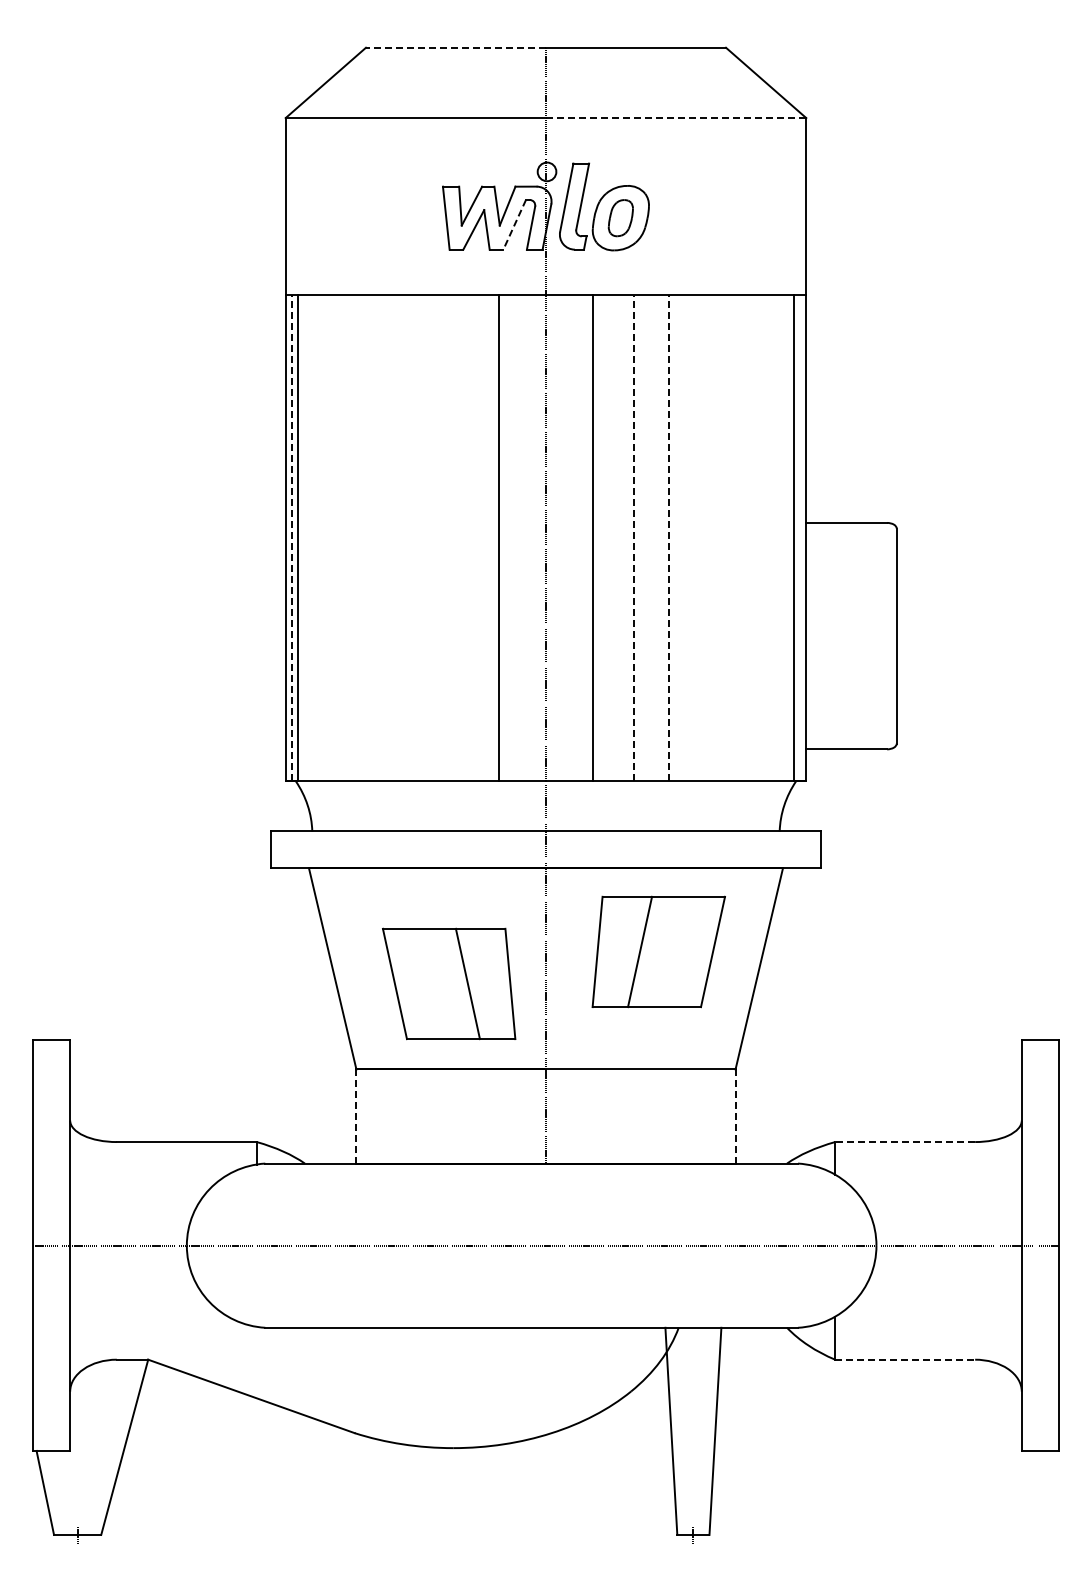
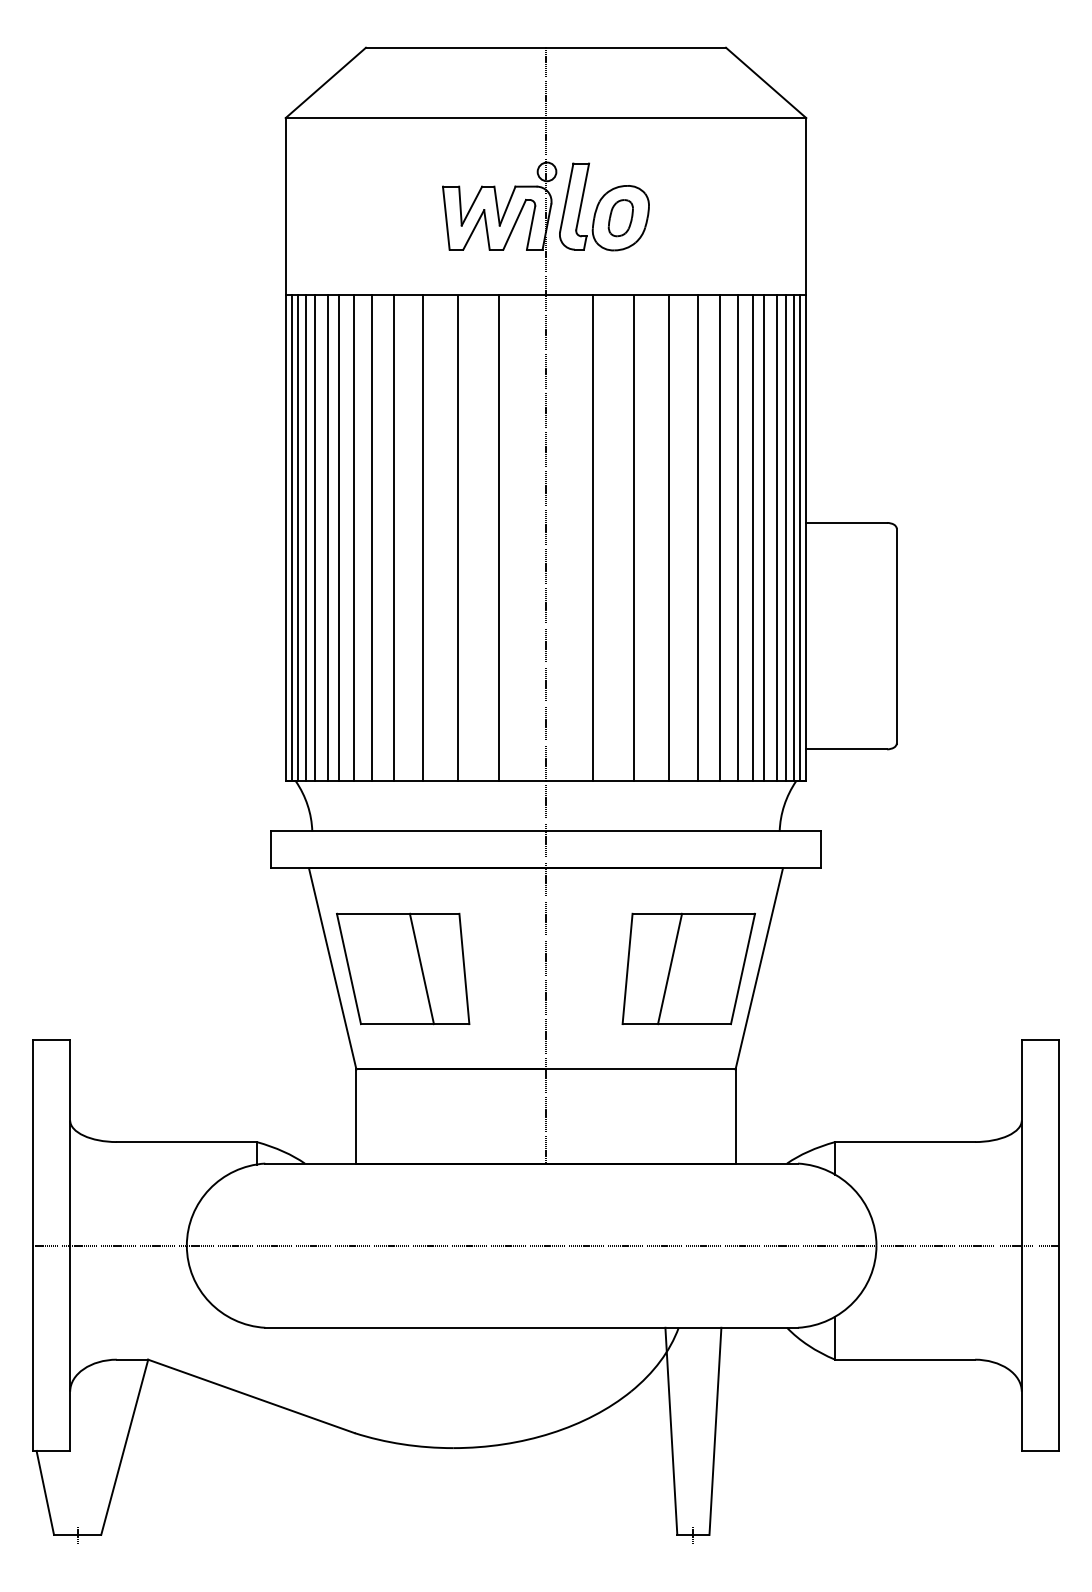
line at (455, 47): dashed -> solid
line at (676, 118): dashed -> solid
line at (514, 225): dashed -> solid
line at (292, 537): dashed -> solid
line at (669, 537): dashed -> solid
line at (306, 538): none -> present
line at (315, 538): none -> present
line at (327, 538): none -> present
line at (339, 538): none -> present
line at (353, 538): none -> present
line at (371, 538): none -> present
line at (394, 538): none -> present
line at (422, 538): none -> present
line at (458, 538): none -> present
line at (633, 538): dashed -> solid
line at (697, 538): none -> present
line at (720, 538): none -> present
line at (738, 538): none -> present
line at (752, 538): none -> present
line at (764, 538): none -> present
line at (776, 538): none -> present
line at (785, 538): none -> present
line at (799, 538): none -> present
part at (658, 951) position: (658, 951) -> (688, 968)
part at (449, 983) position: (449, 983) -> (403, 968)
line at (735, 1116): dashed -> solid
line at (356, 1117): dashed -> solid
line at (905, 1142): dashed -> solid
line at (905, 1359): dashed -> solid
